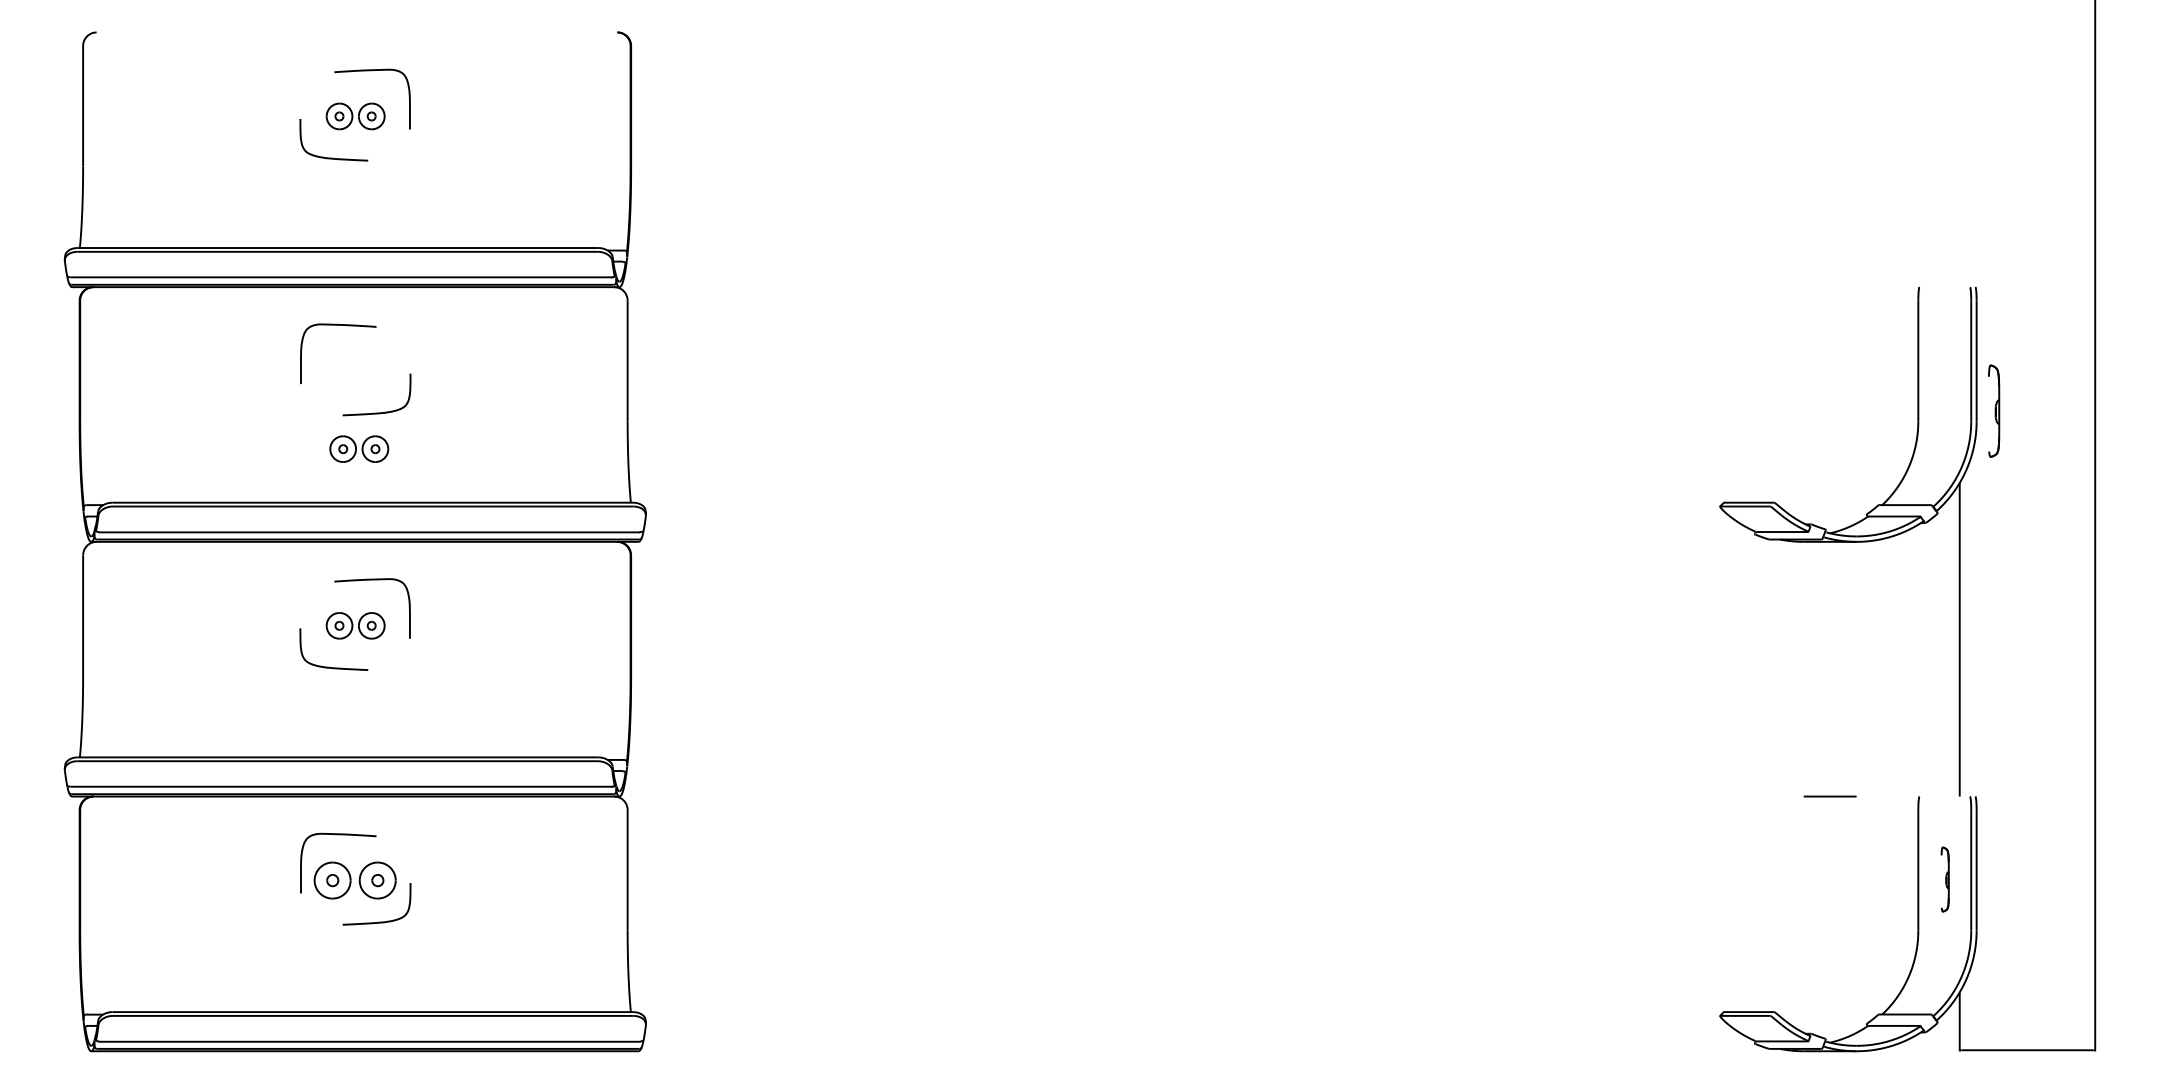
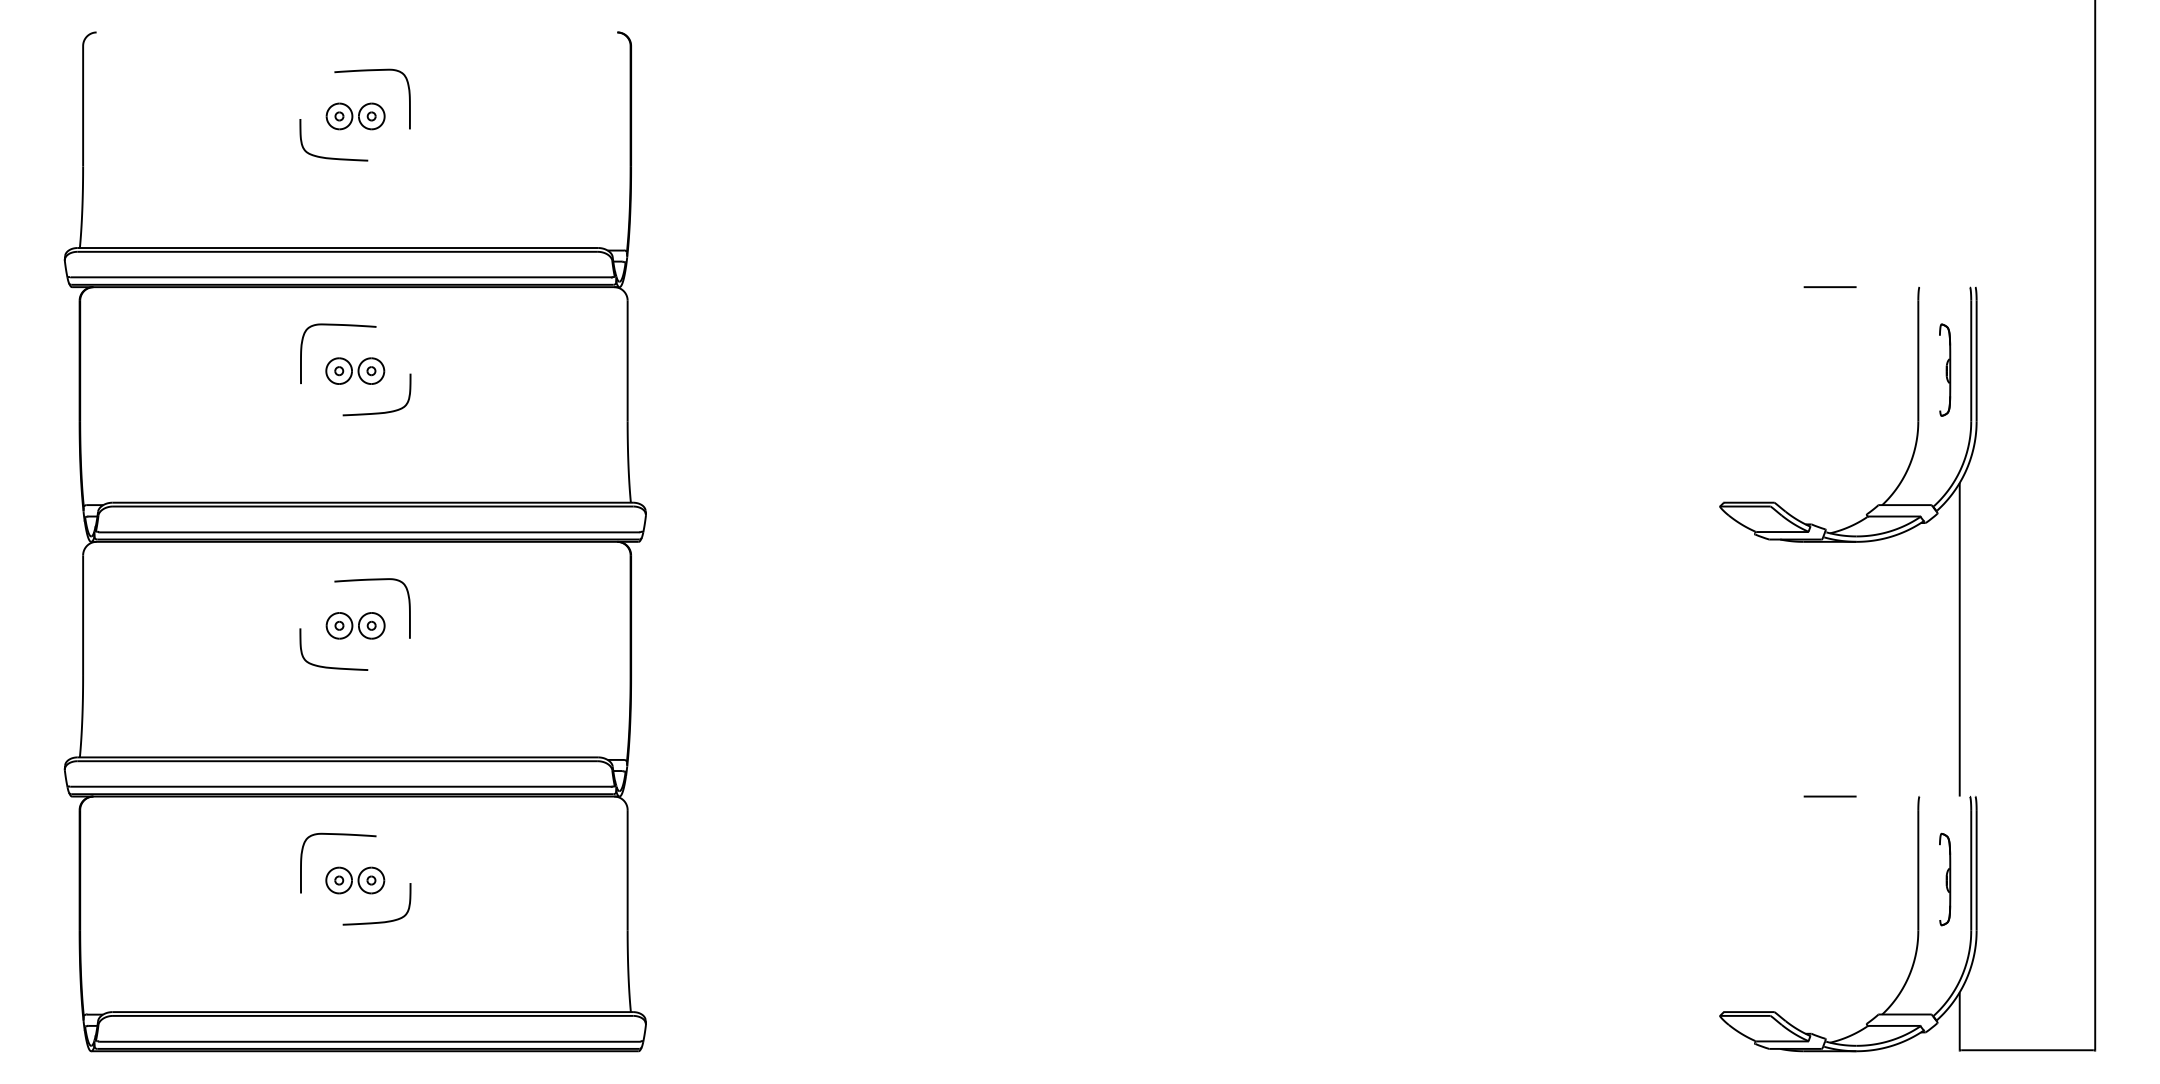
line at (1829, 287): none -> present
part at (1994, 410) position: (1994, 410) -> (1945, 369)
part at (359, 448) position: (359, 448) -> (355, 370)
part at (1944, 879) size: 10x67 px -> 13x95 px
part at (354, 880) size: 84x39 px -> 61x29 px
